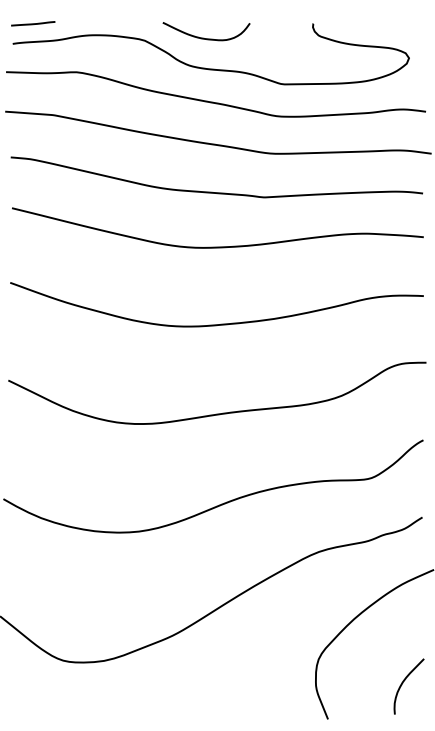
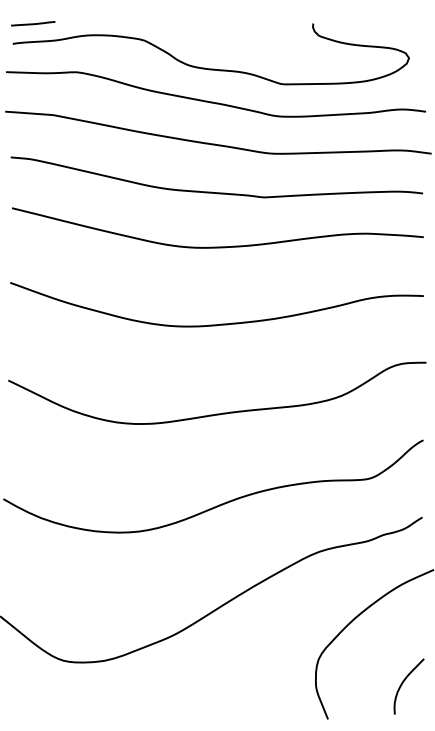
curve at (203, 37): present -> none
